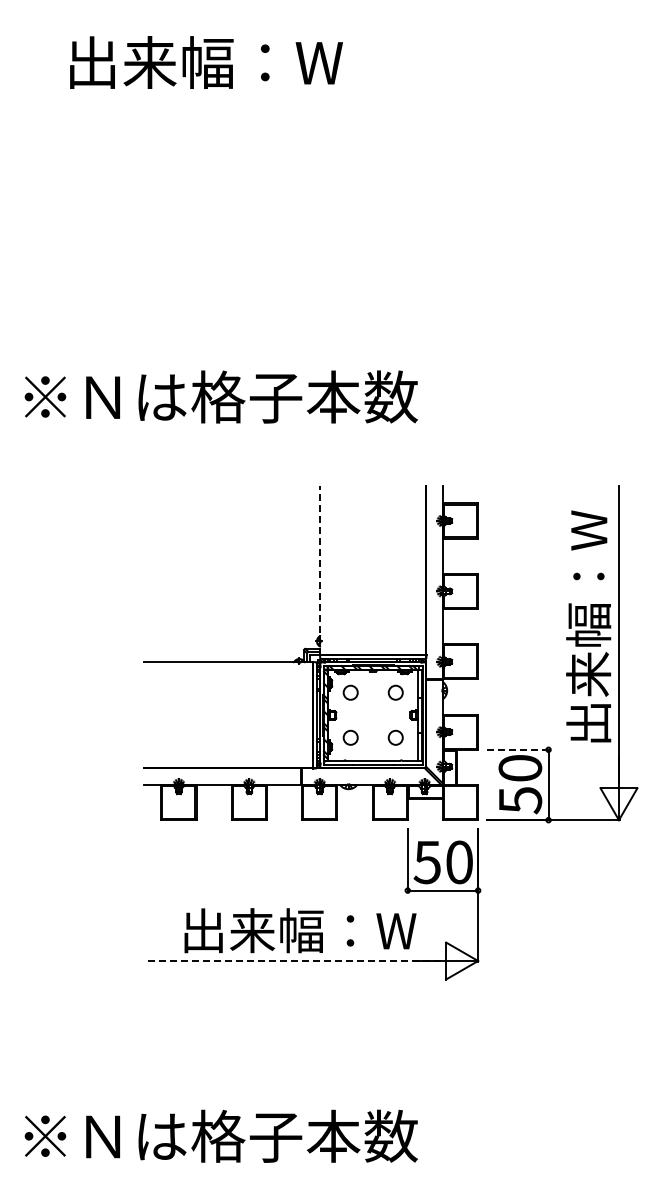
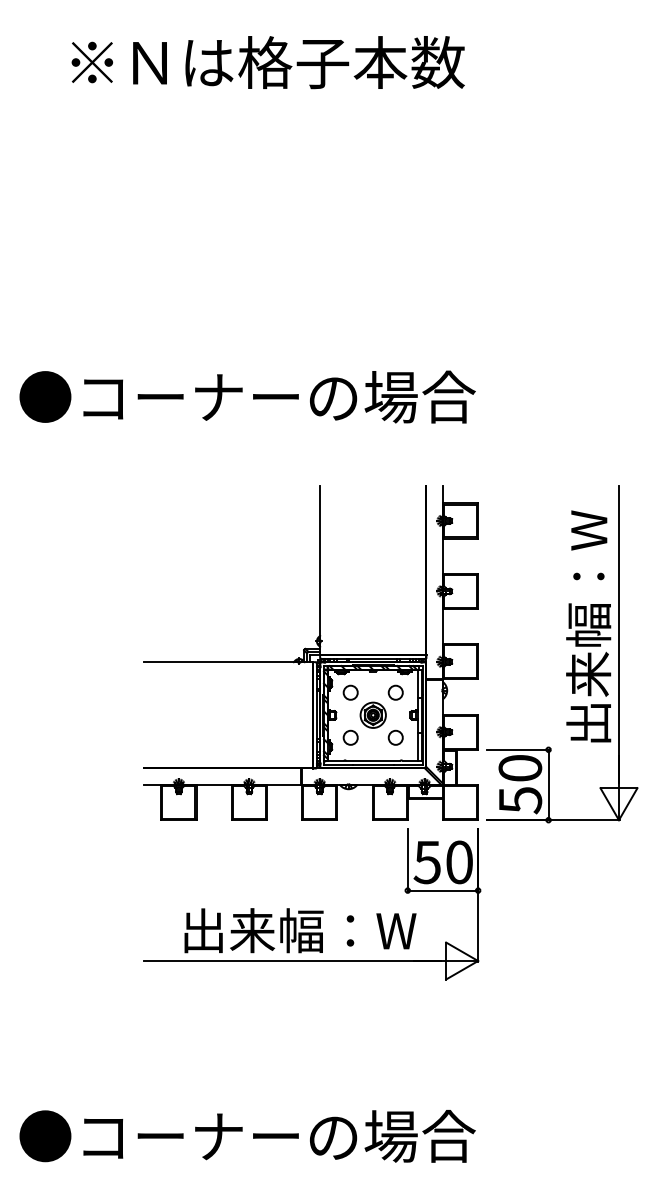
text at (267, 62): 出来幅：W -> ※Ｎは格子本数
text at (247, 396): ※Ｎは格子本数 -> ●コーナーの場合
line at (320, 570): dashed -> solid
part at (372, 714): none -> present
line at (518, 749): dashed -> solid
line at (292, 961): dashed -> solid
text at (247, 1135): ※Ｎは格子本数 -> ●コーナーの場合
